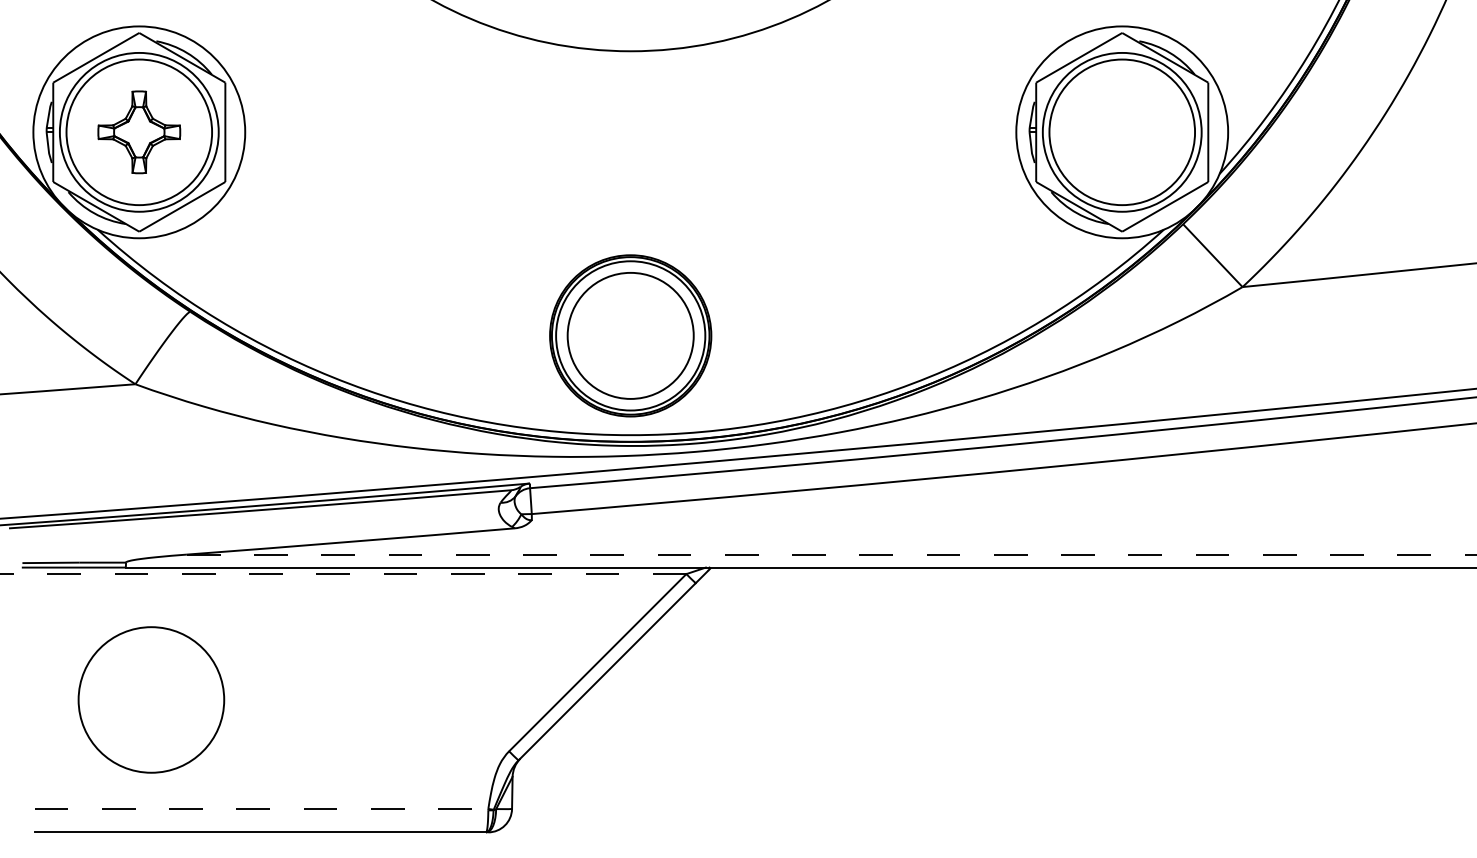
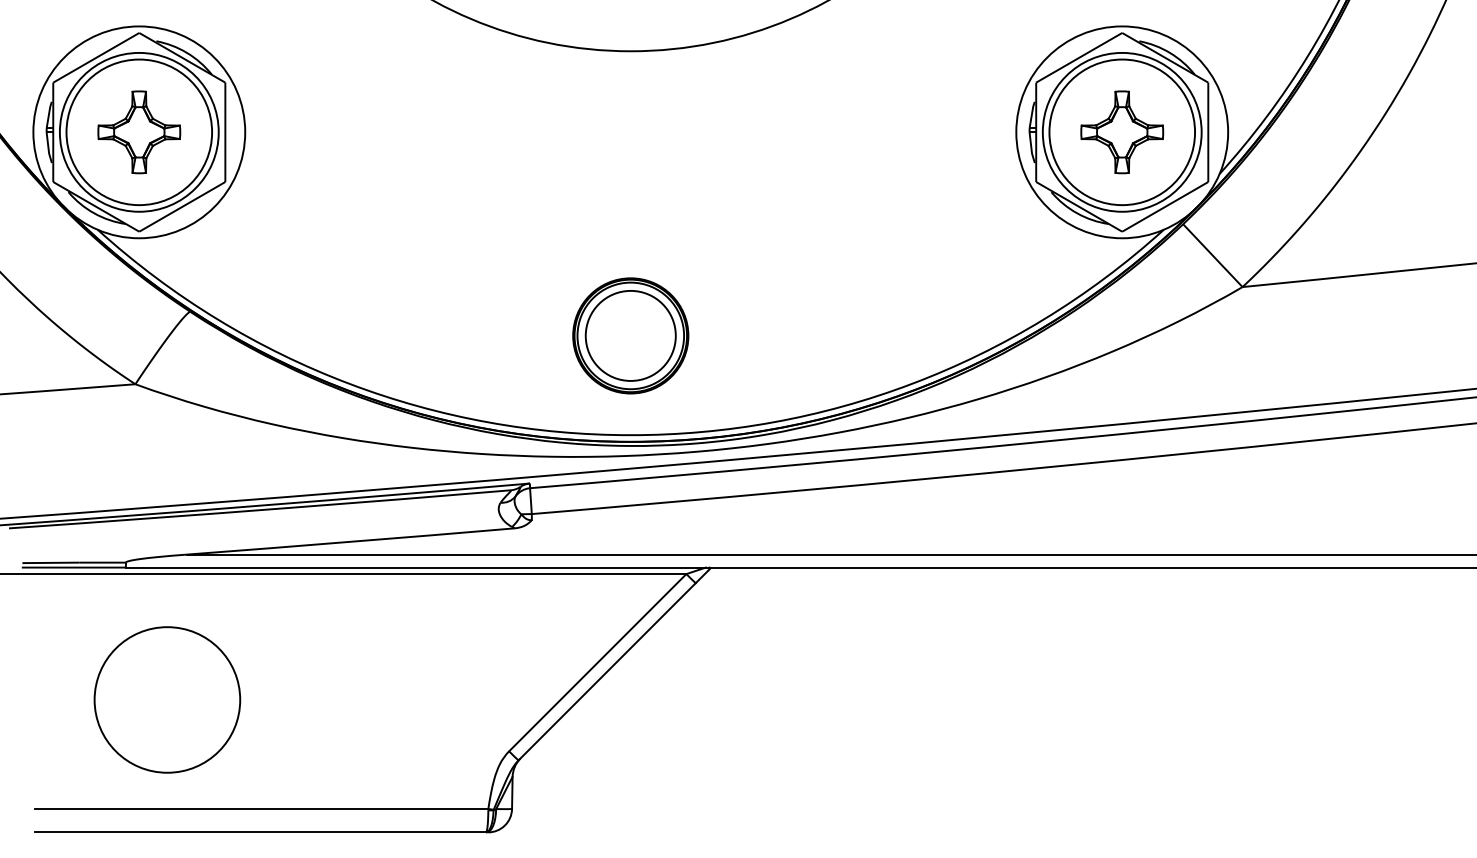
part at (1122, 132): none -> present
part at (630, 335) size: 164x164 px -> 118x118 px
line at (831, 554): dashed -> solid
line at (342, 574): dashed -> solid
circle at (151, 699) position: (151, 699) -> (167, 699)
line at (261, 808): dashed -> solid
